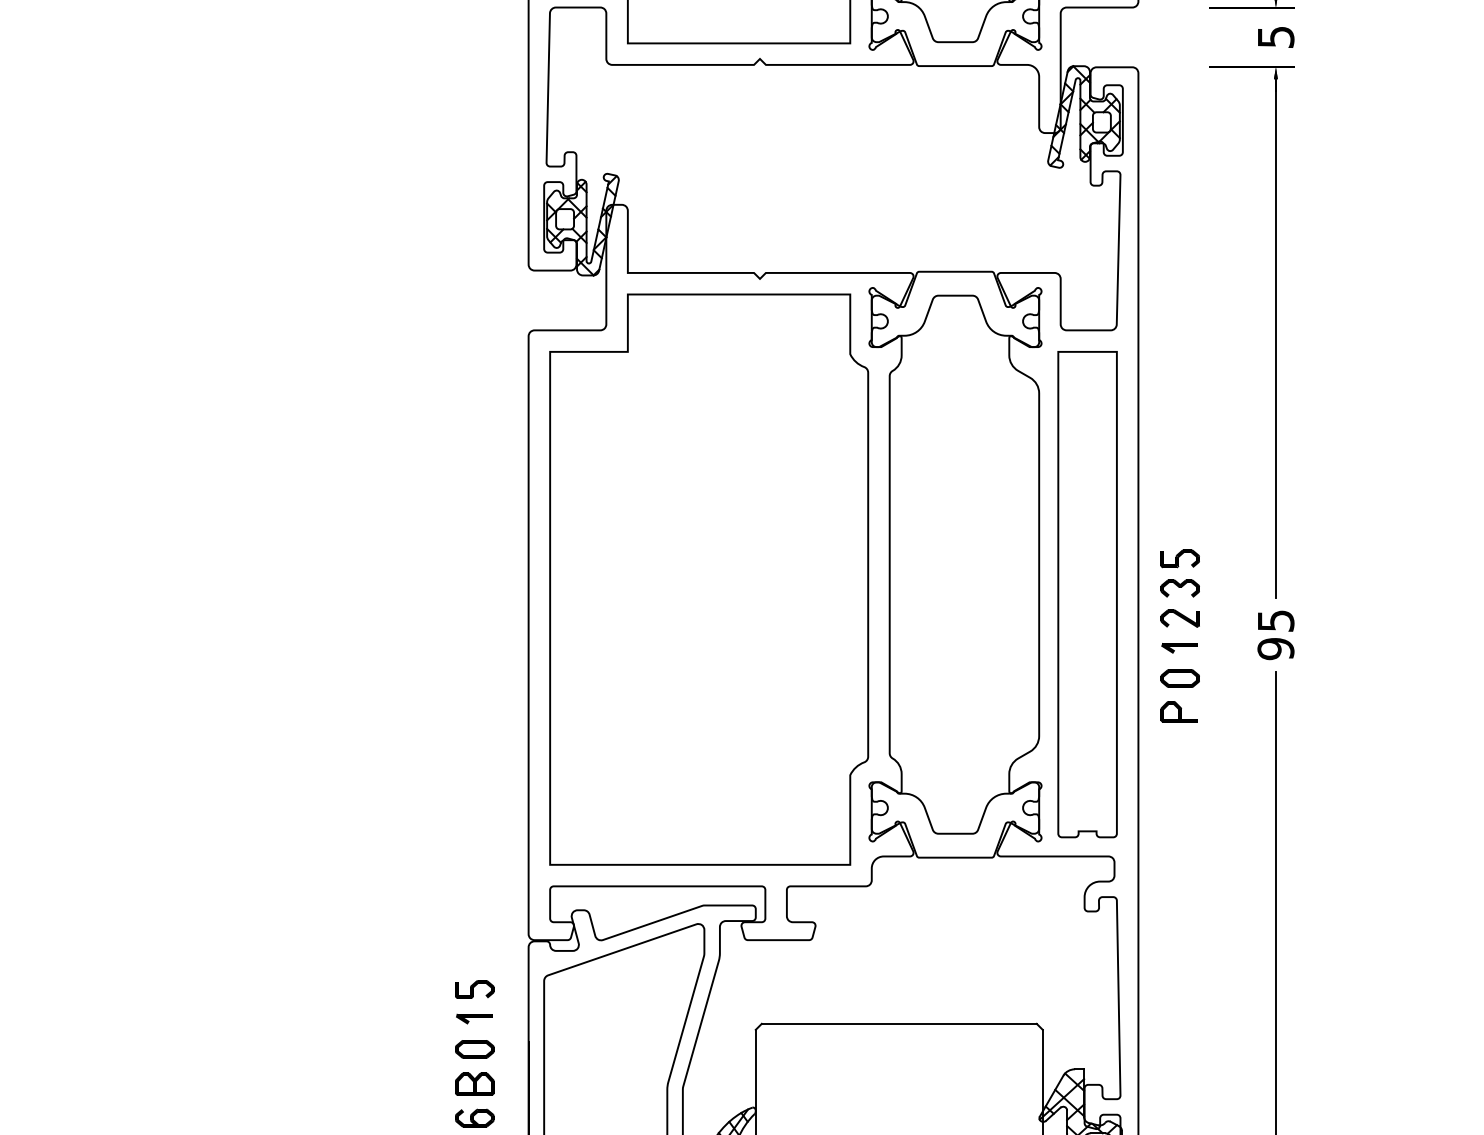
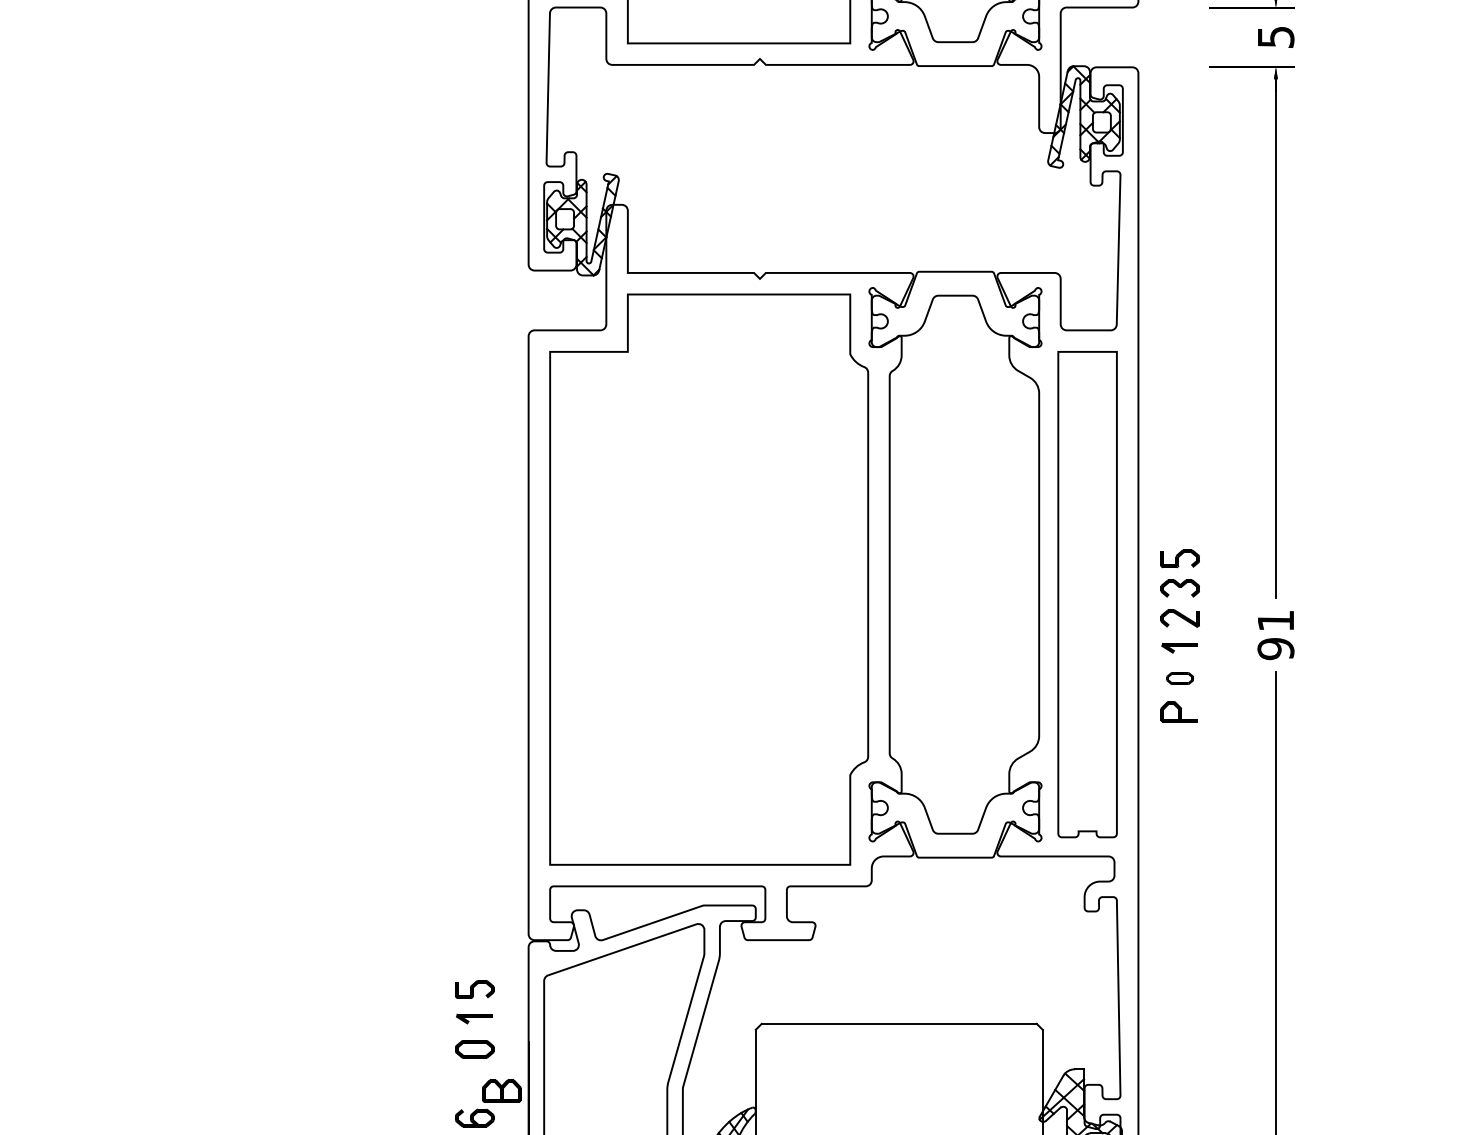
text at (1276, 620): 95 -> 91
part at (1179, 678) size: 40x19 px -> 28x13 px
part at (474, 1083) position: (474, 1083) -> (501, 1090)
